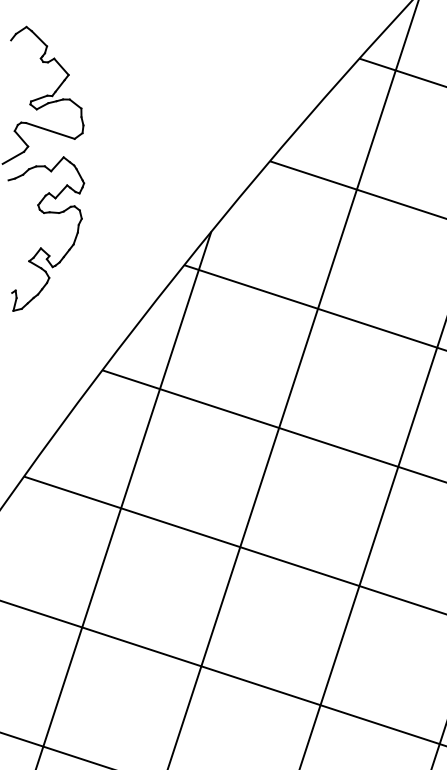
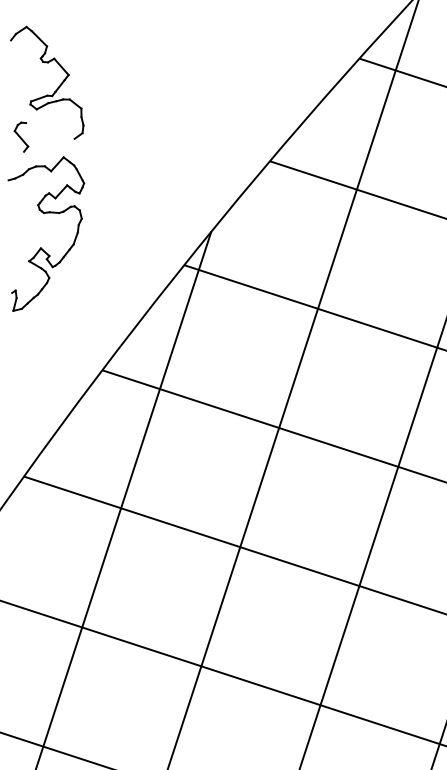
line at (50, 130): present -> none
line at (13, 157): present -> none
